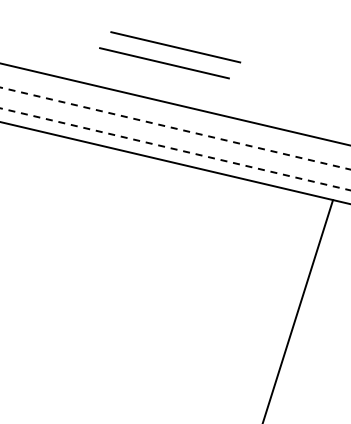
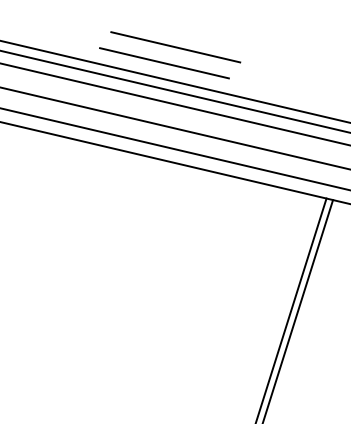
line at (174, 81): none -> present
line at (174, 91): none -> present
line at (175, 128): dashed -> solid
line at (175, 149): dashed -> solid
line at (291, 309): none -> present
